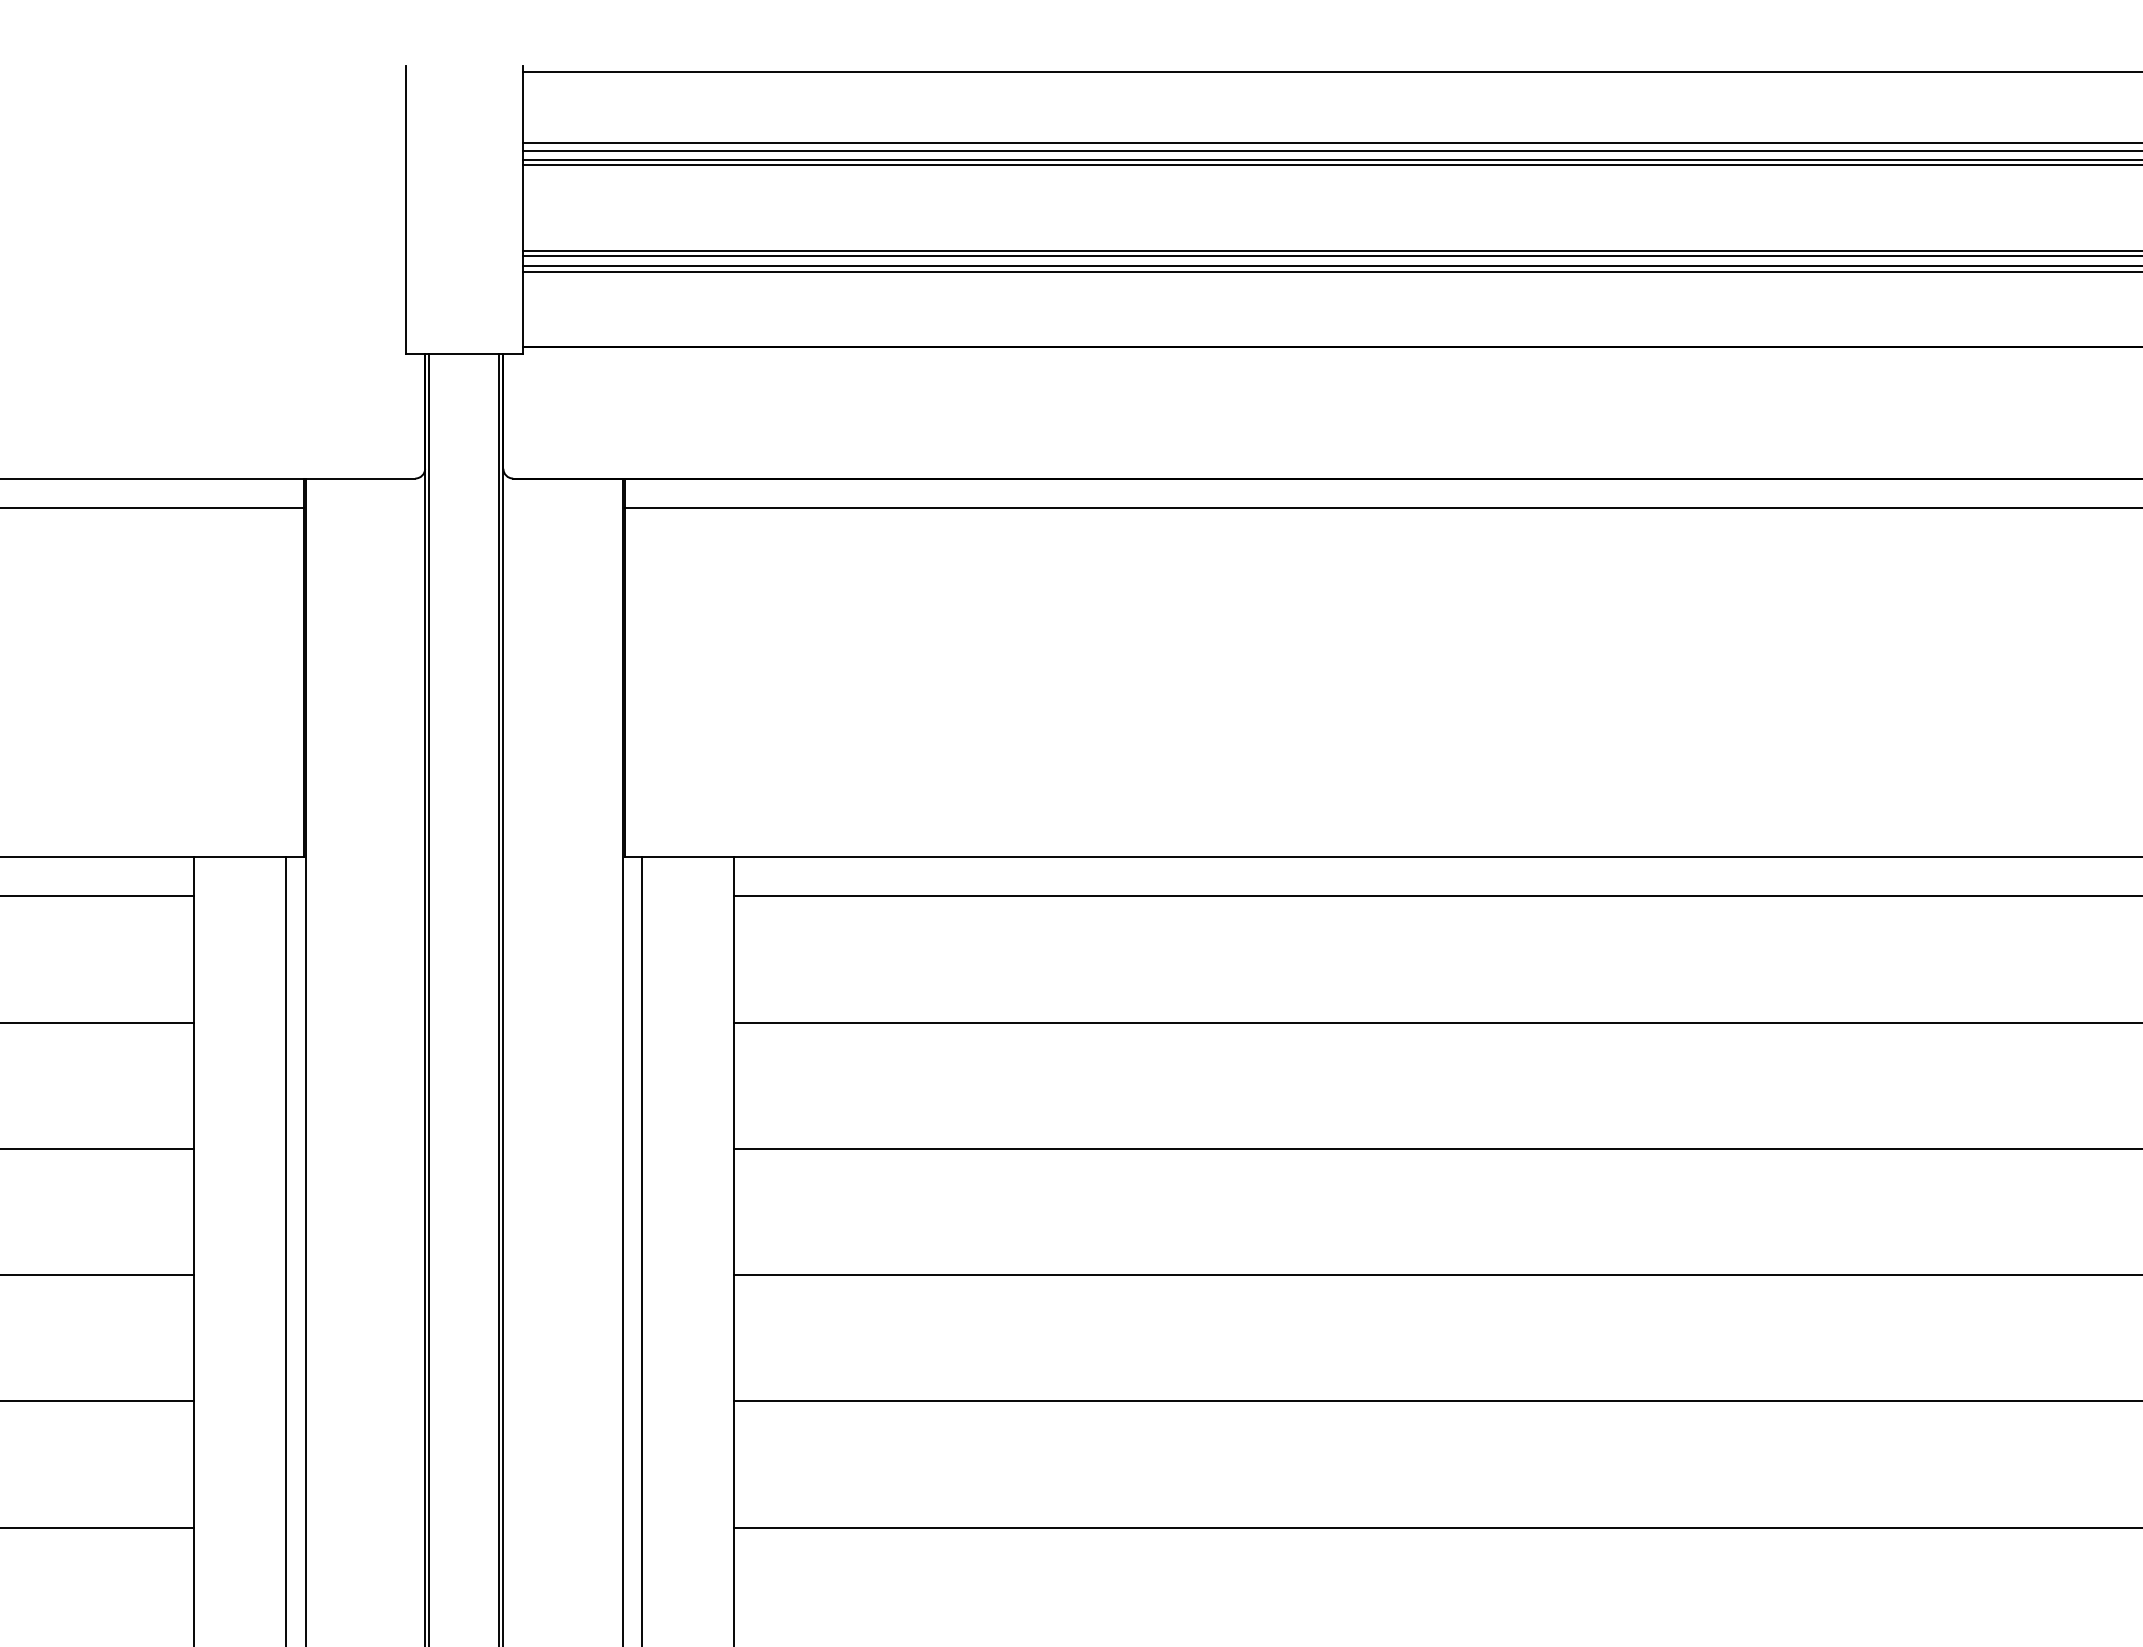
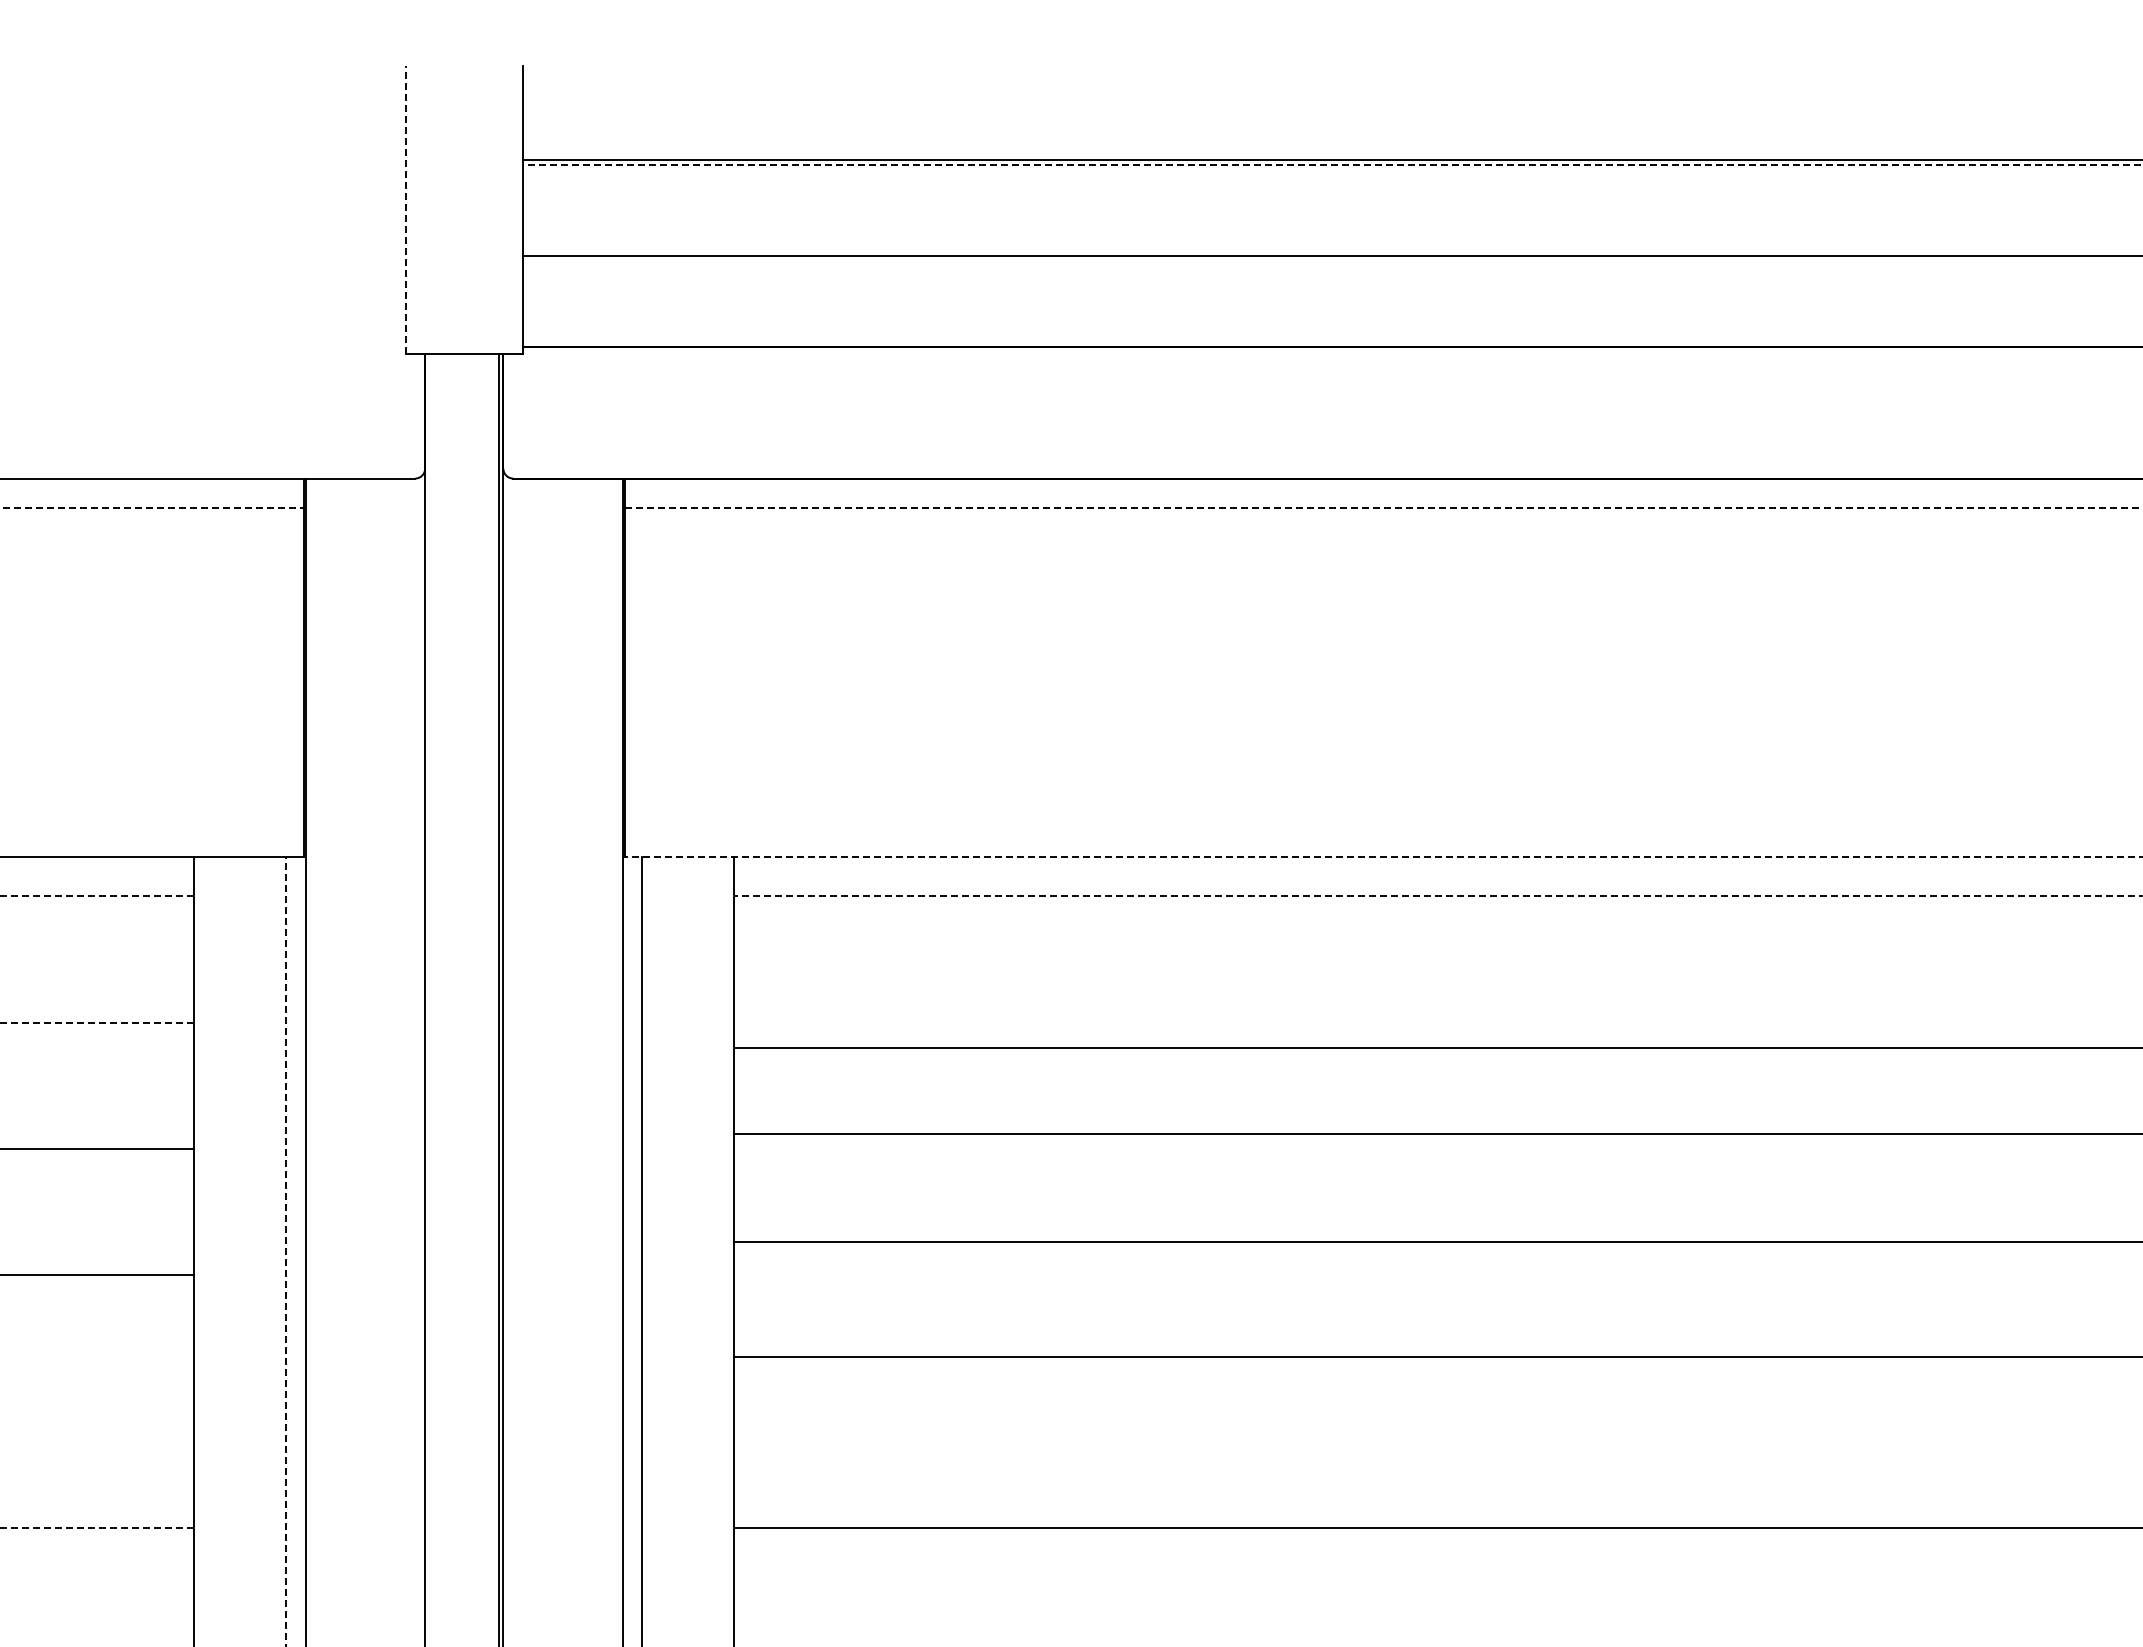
line at (1331, 72): present -> none
line at (1331, 143): present -> none
line at (1331, 150): present -> none
line at (1332, 164): solid -> dashed
line at (405, 209): solid -> dashed
line at (1331, 250): present -> none
line at (1331, 265): present -> none
line at (1331, 272): present -> none
line at (152, 507): solid -> dashed
line at (1383, 507): solid -> dashed
line at (1383, 857): solid -> dashed
line at (97, 896): solid -> dashed
line at (1438, 896): solid -> dashed
line at (429, 998): present -> none
line at (97, 1022): solid -> dashed
line at (1436, 1022) position: (1436, 1022) -> (1436, 1047)
line at (1436, 1148) position: (1436, 1148) -> (1436, 1133)
line at (286, 1251): solid -> dashed
line at (1436, 1275) position: (1436, 1275) -> (1436, 1242)
line at (98, 1401): present -> none
line at (1436, 1401) position: (1436, 1401) -> (1436, 1357)
line at (97, 1527): solid -> dashed
